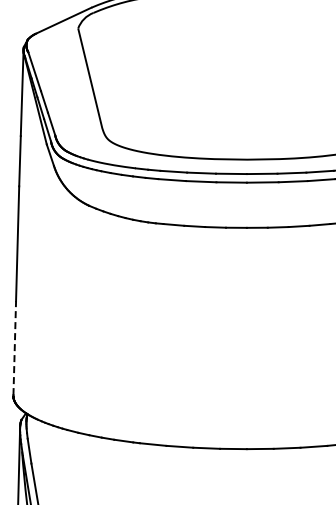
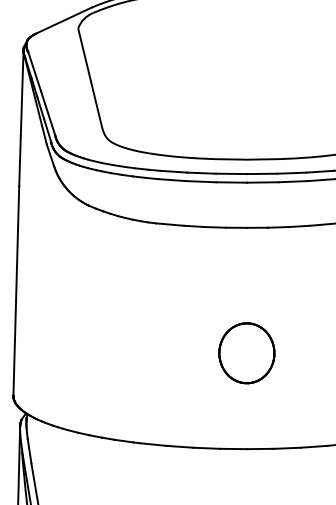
line at (14, 347): dashed -> solid
part at (246, 353): none -> present
